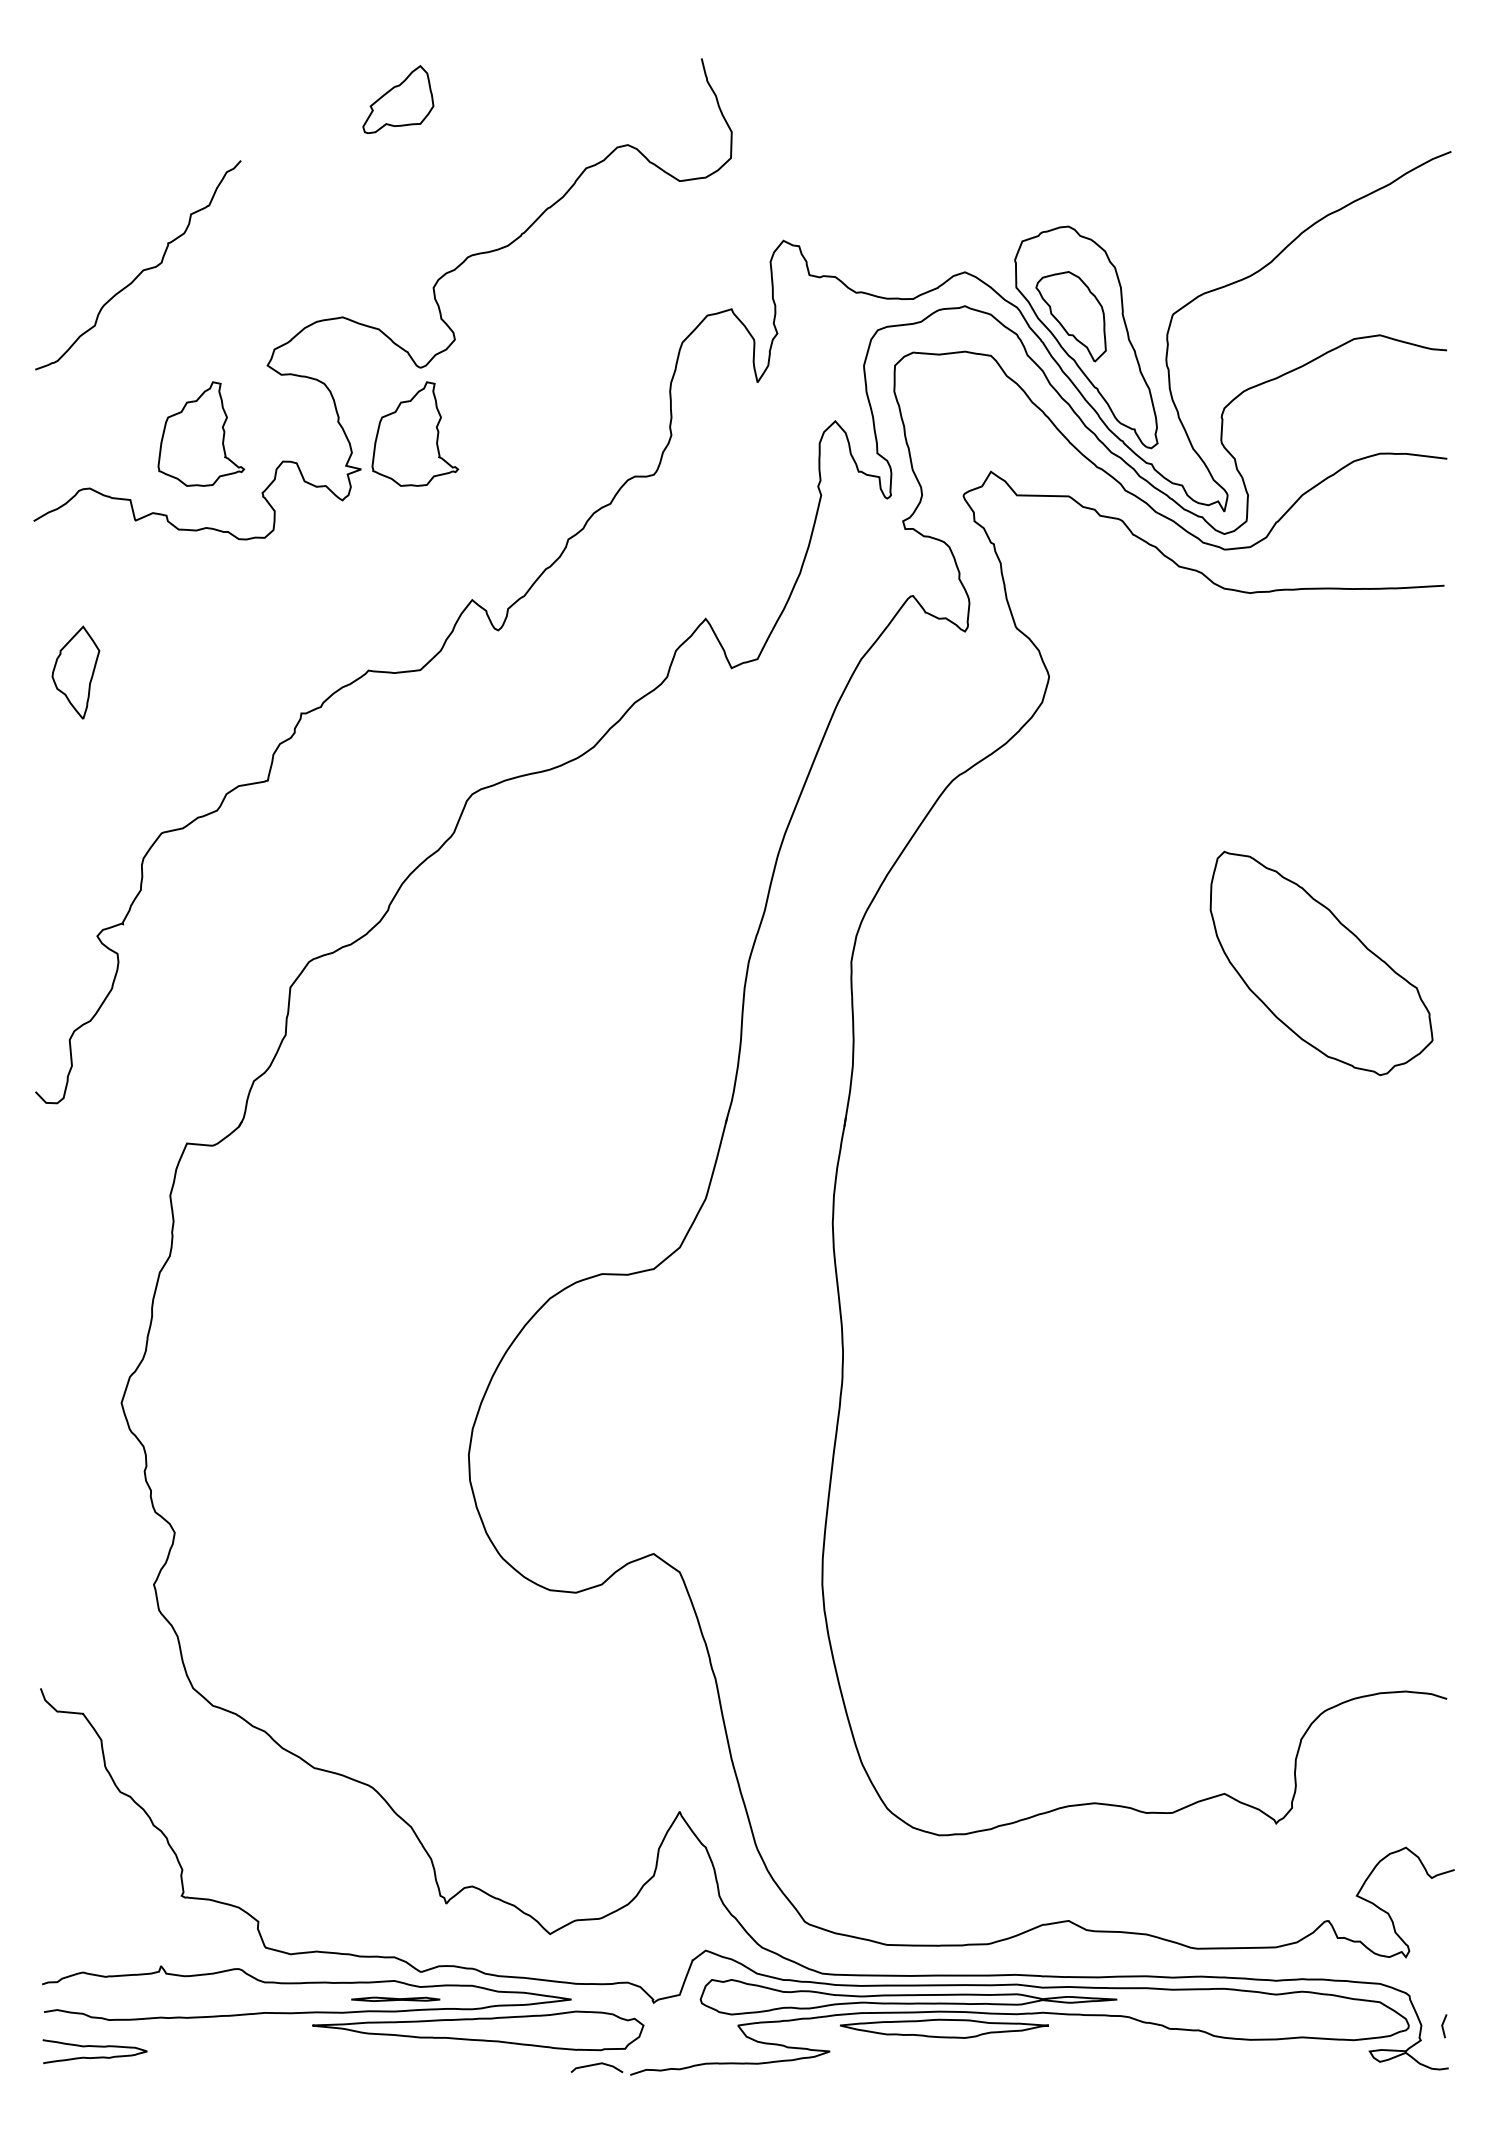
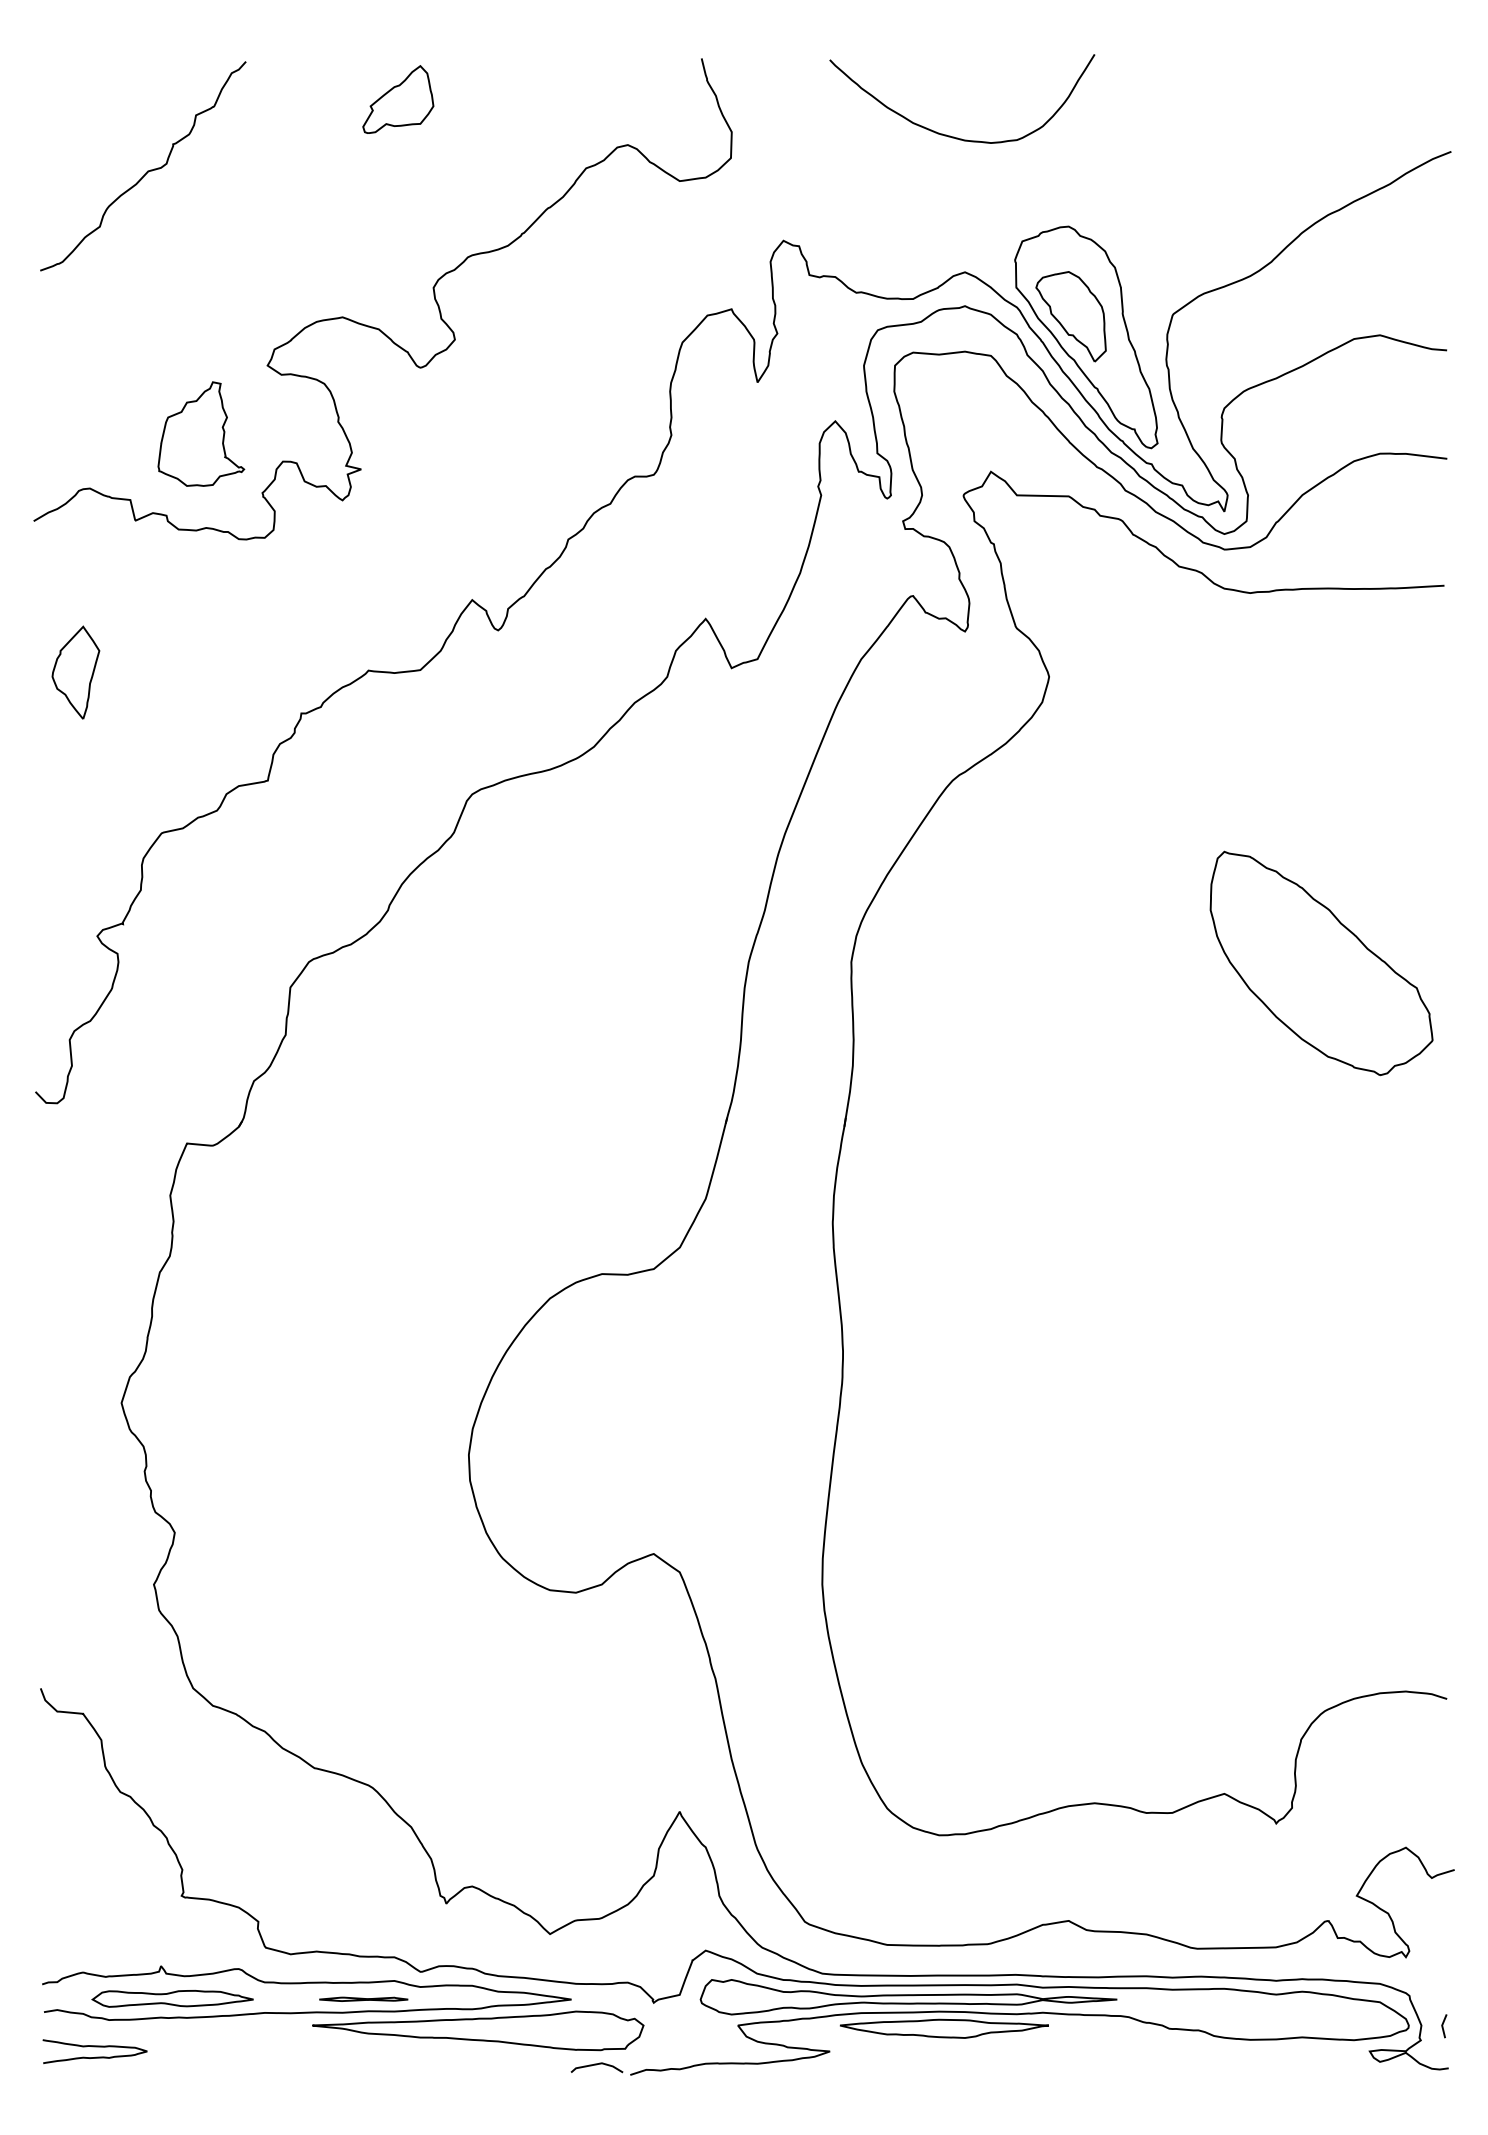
curve at (954, 136): none -> present
curve at (142, 269) position: (142, 269) -> (147, 170)
part at (415, 433): present -> none
part at (172, 1998): none -> present
part at (395, 1998) position: (395, 1998) -> (363, 1998)
